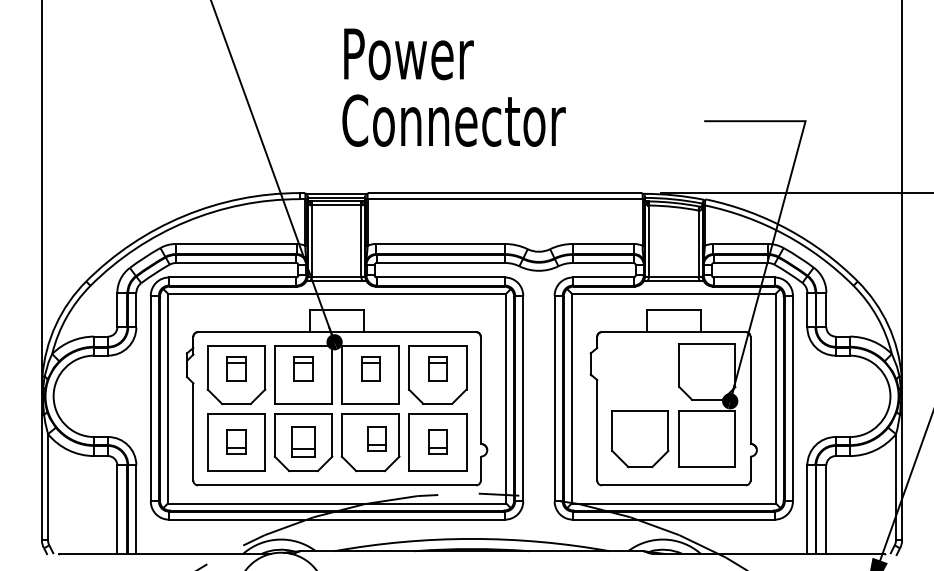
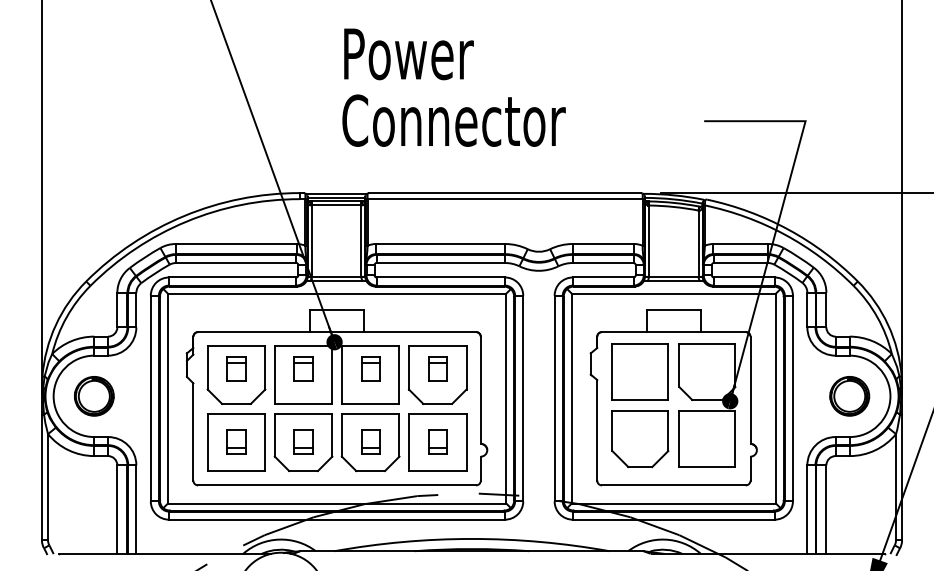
part at (639, 371): none -> present
part at (94, 396): none -> present
part at (849, 396): none -> present
part at (376, 438) position: (376, 438) -> (370, 441)
part at (303, 441) size: 25x32 px -> 21x26 px
